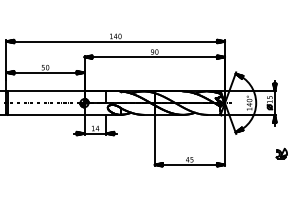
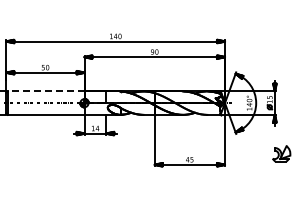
line at (45, 91): solid -> dashed
part at (281, 153) size: 13x13 px -> 20x18 px
